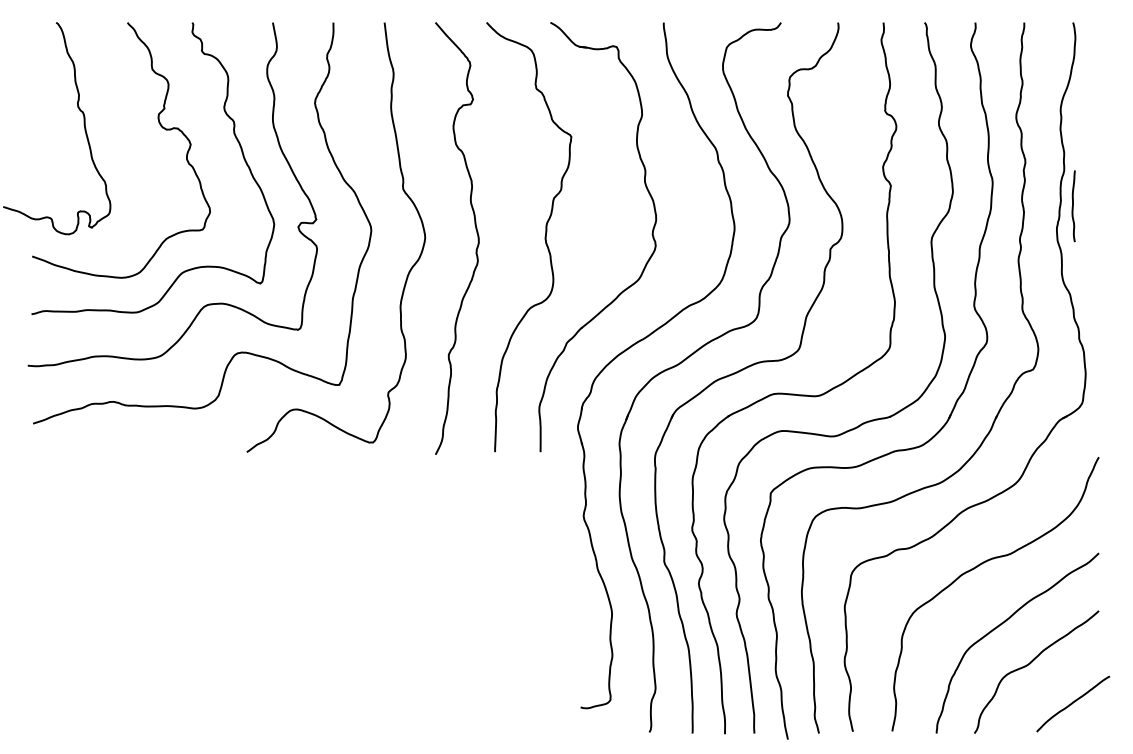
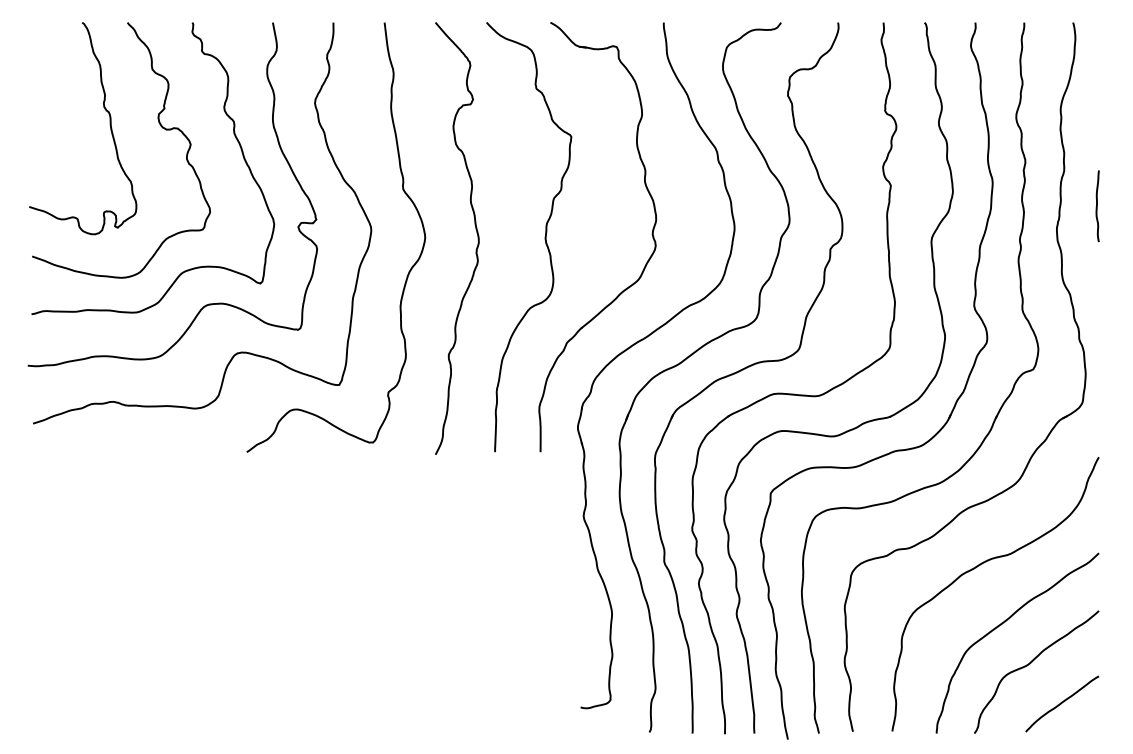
curve at (83, 125) position: (83, 125) -> (109, 125)
curve at (1073, 206) position: (1073, 206) -> (1097, 206)
curve at (1073, 703) position: (1073, 703) -> (1062, 703)
